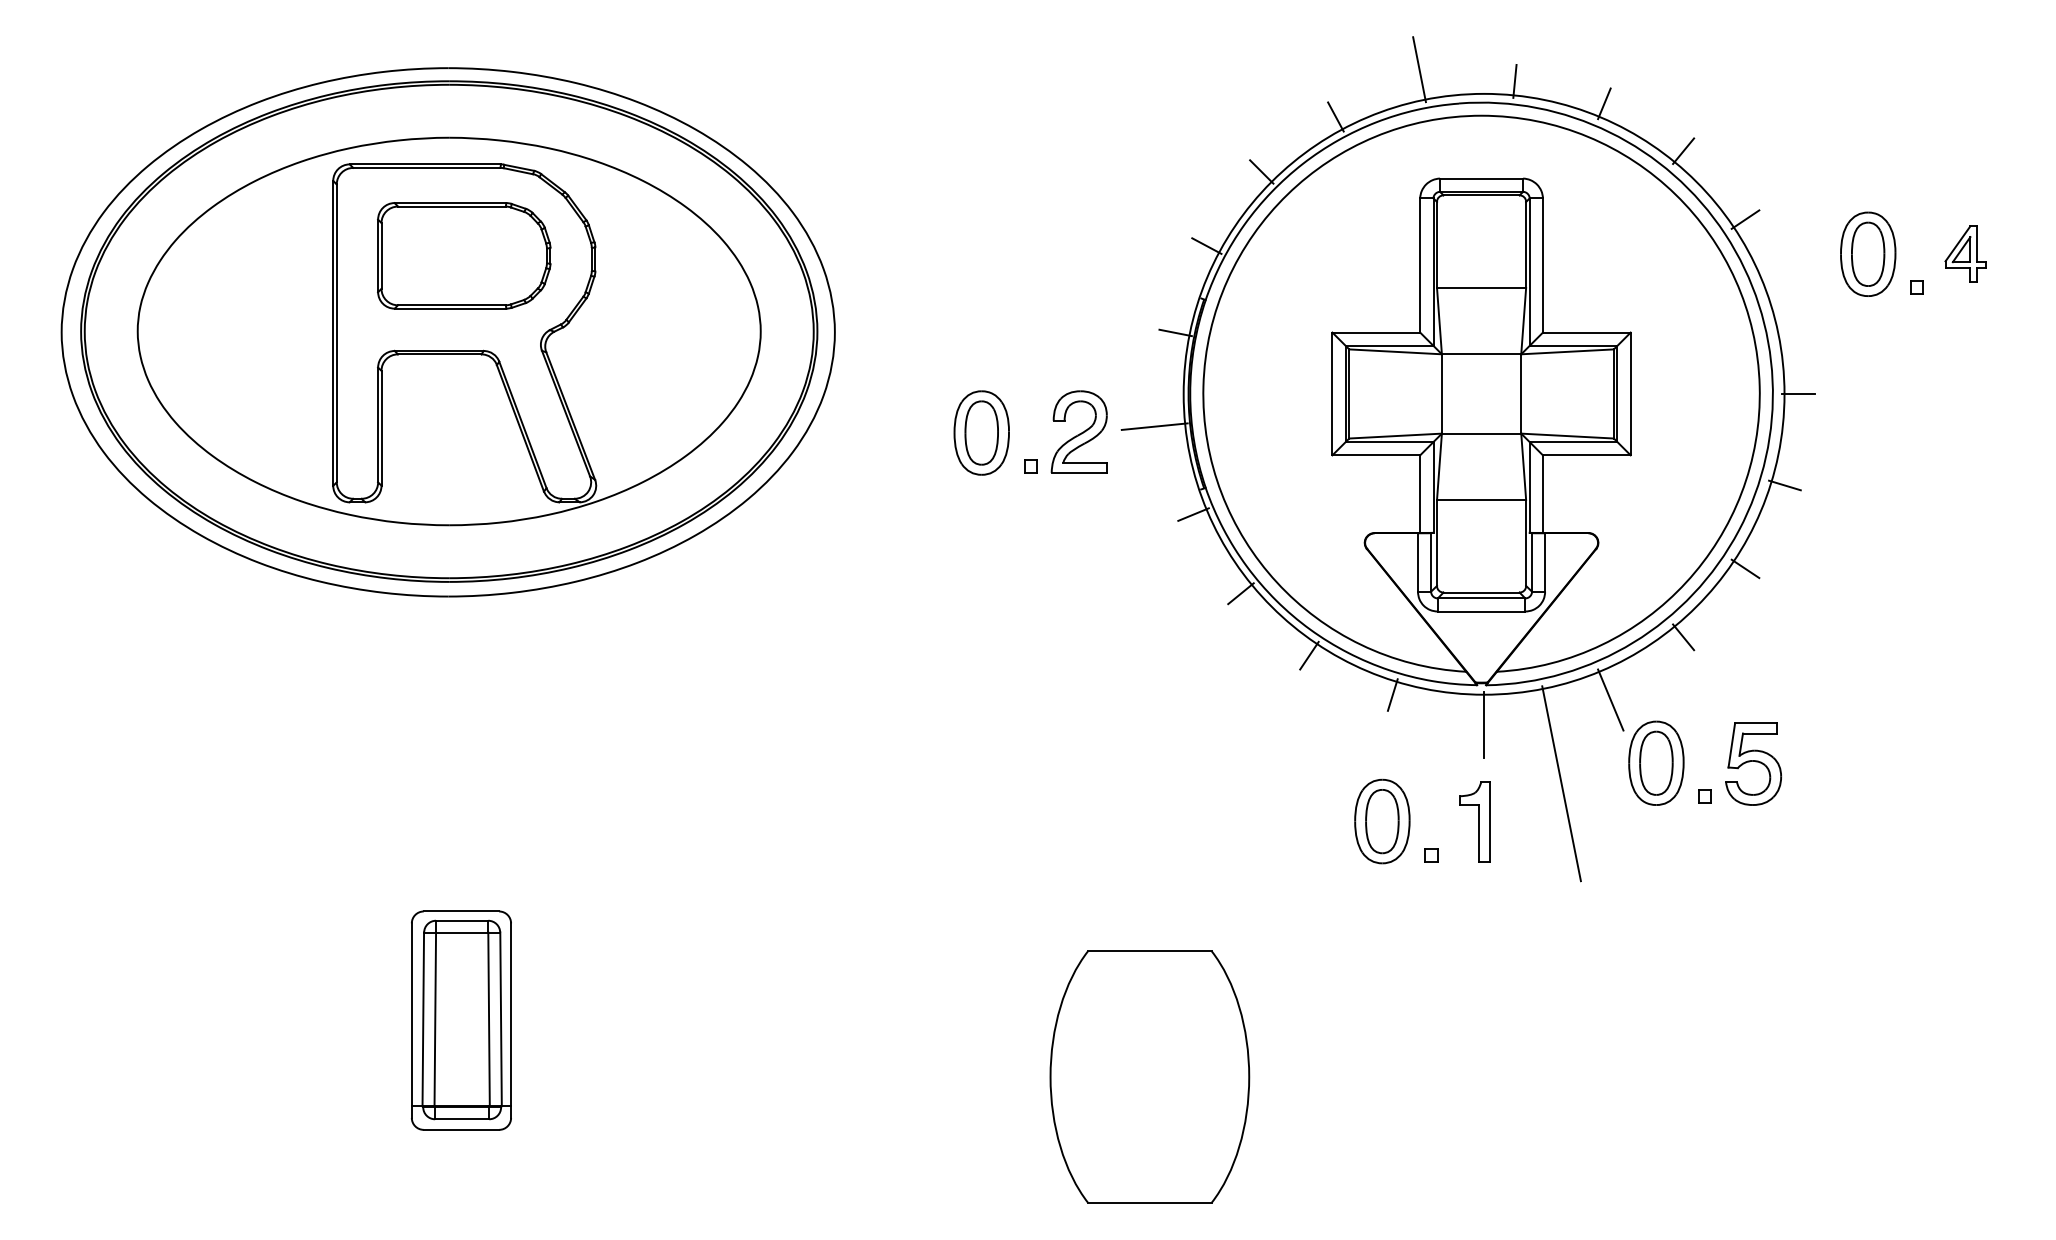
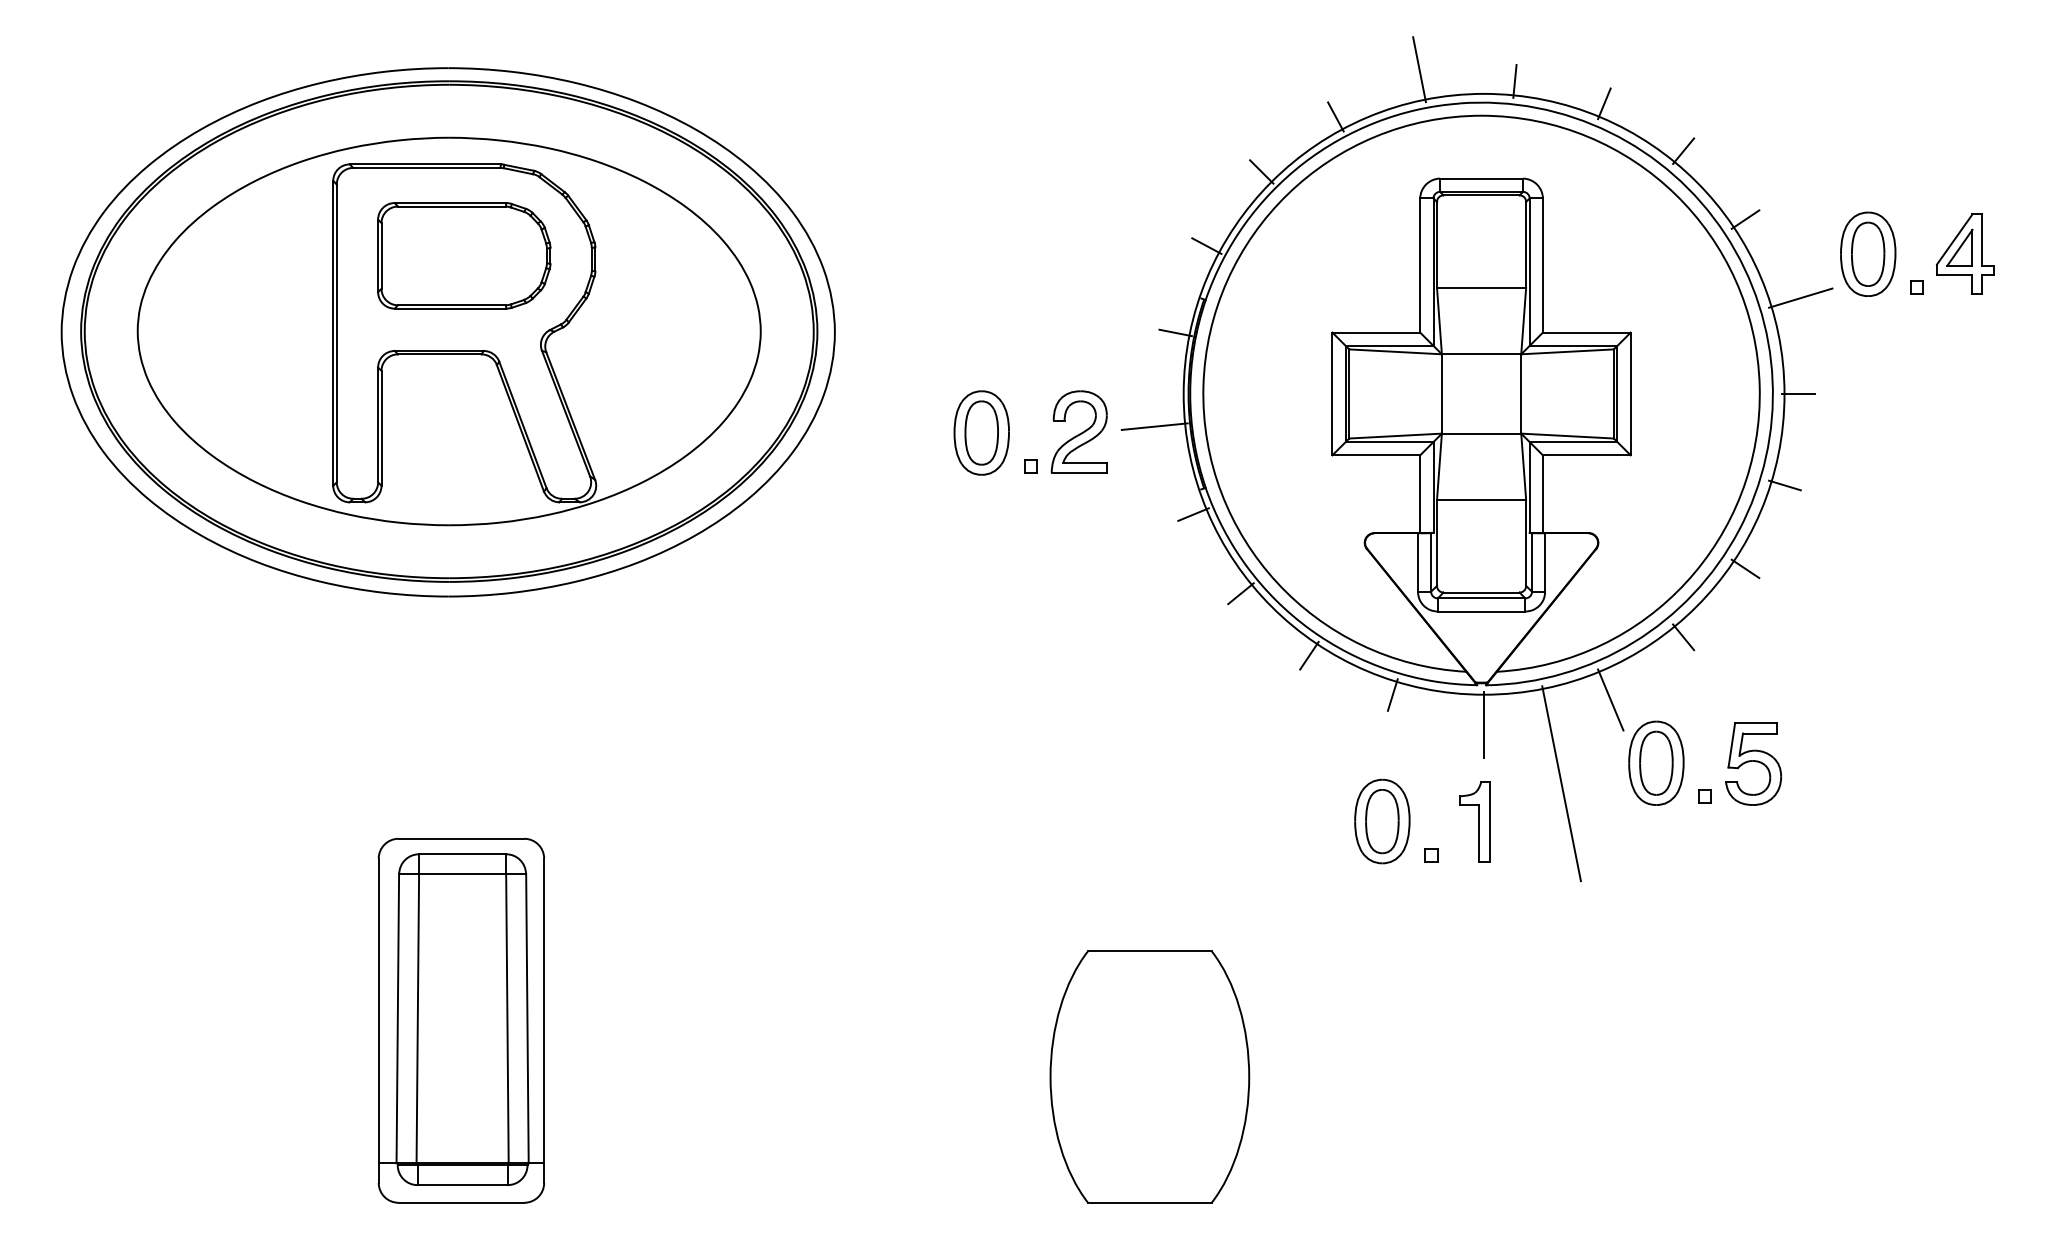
part at (1965, 253) size: 43x58 px -> 59x82 px
line at (1800, 297): none -> present
part at (461, 1020) size: 101x221 px -> 169x367 px
